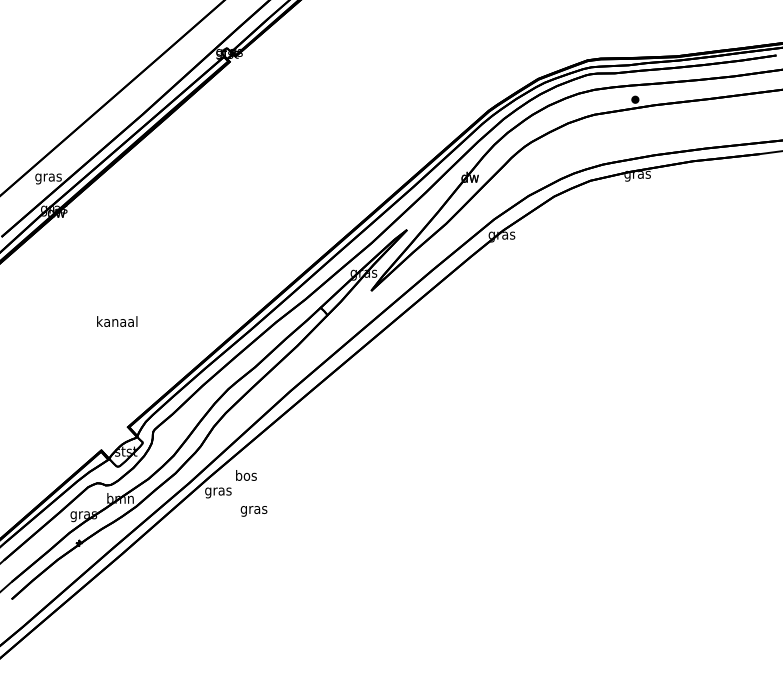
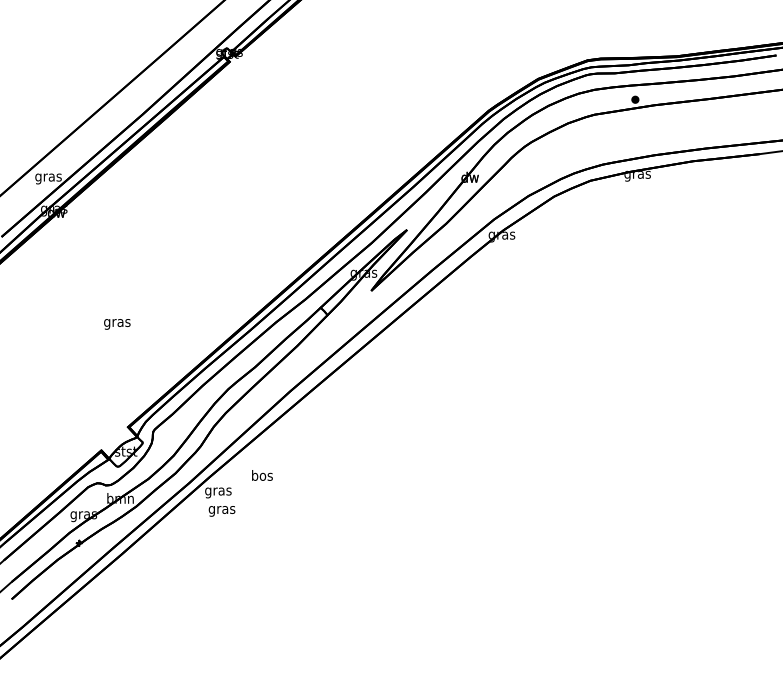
text at (117, 322): kanaal -> gras
text at (246, 475) position: (246, 475) -> (262, 475)
text at (253, 511) position: (253, 511) -> (221, 511)
